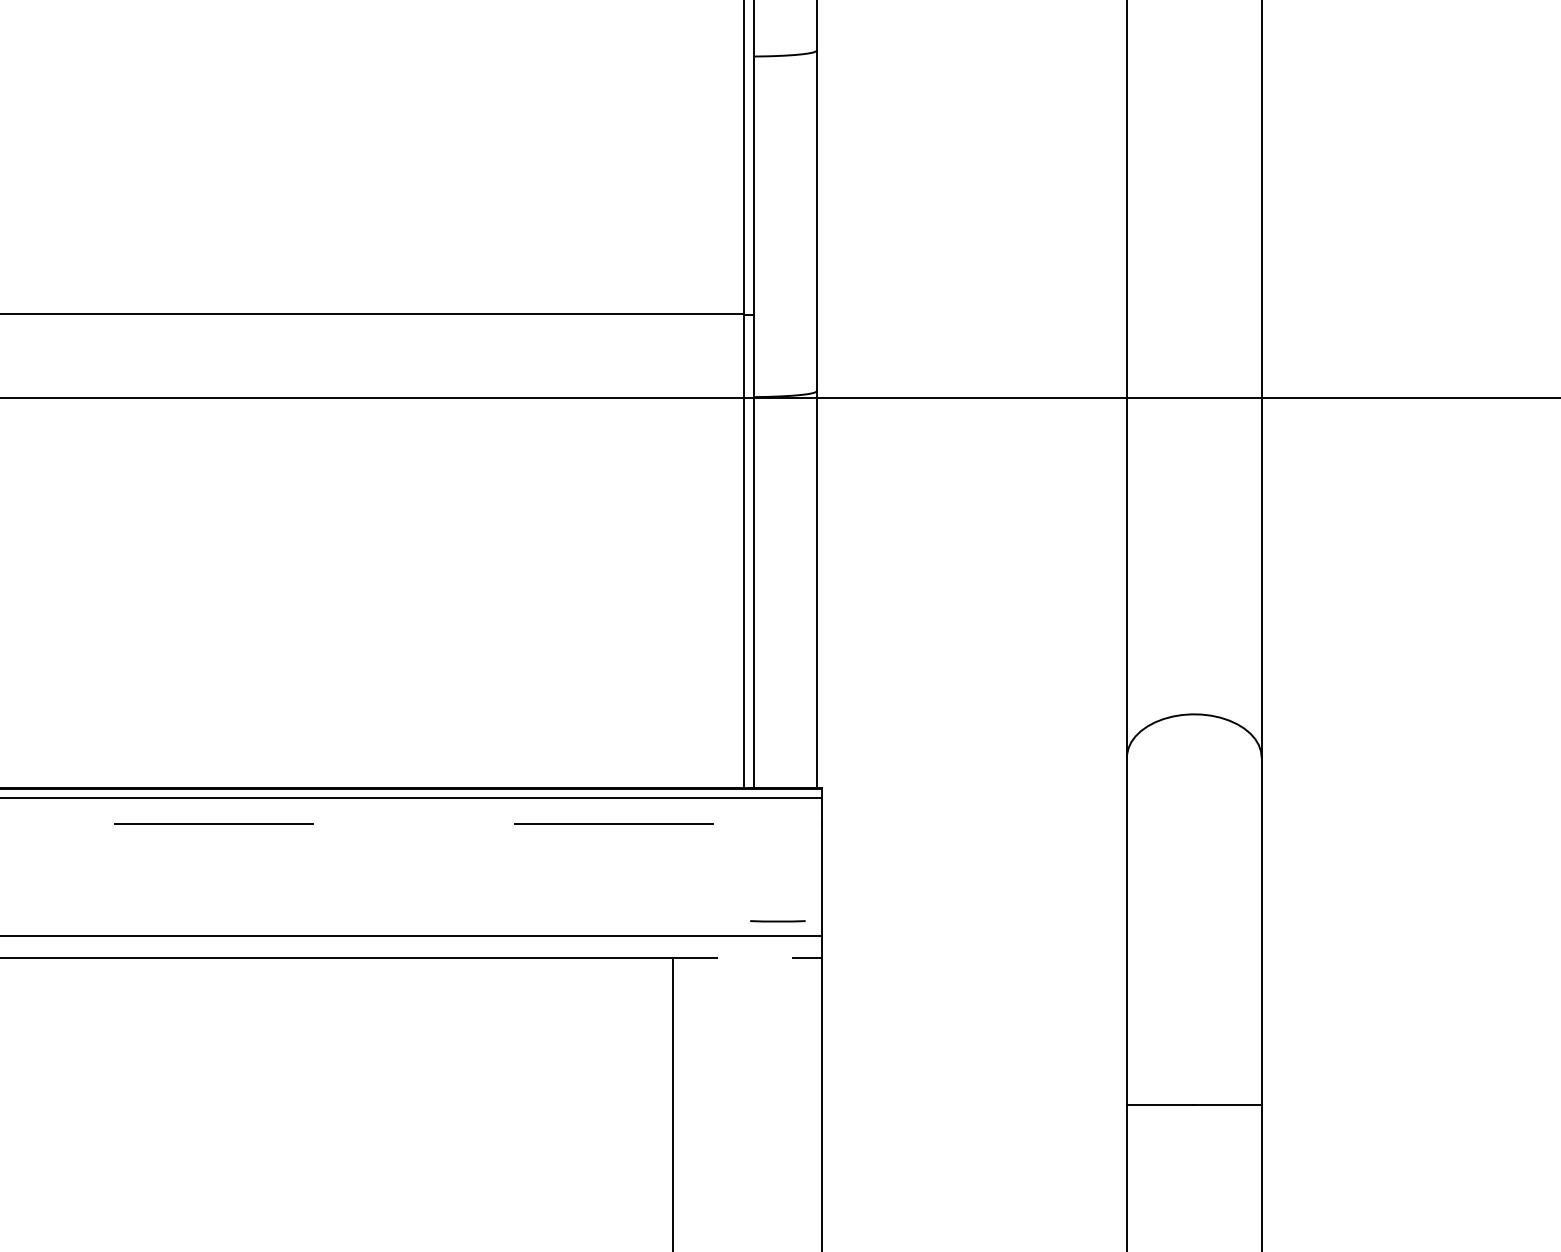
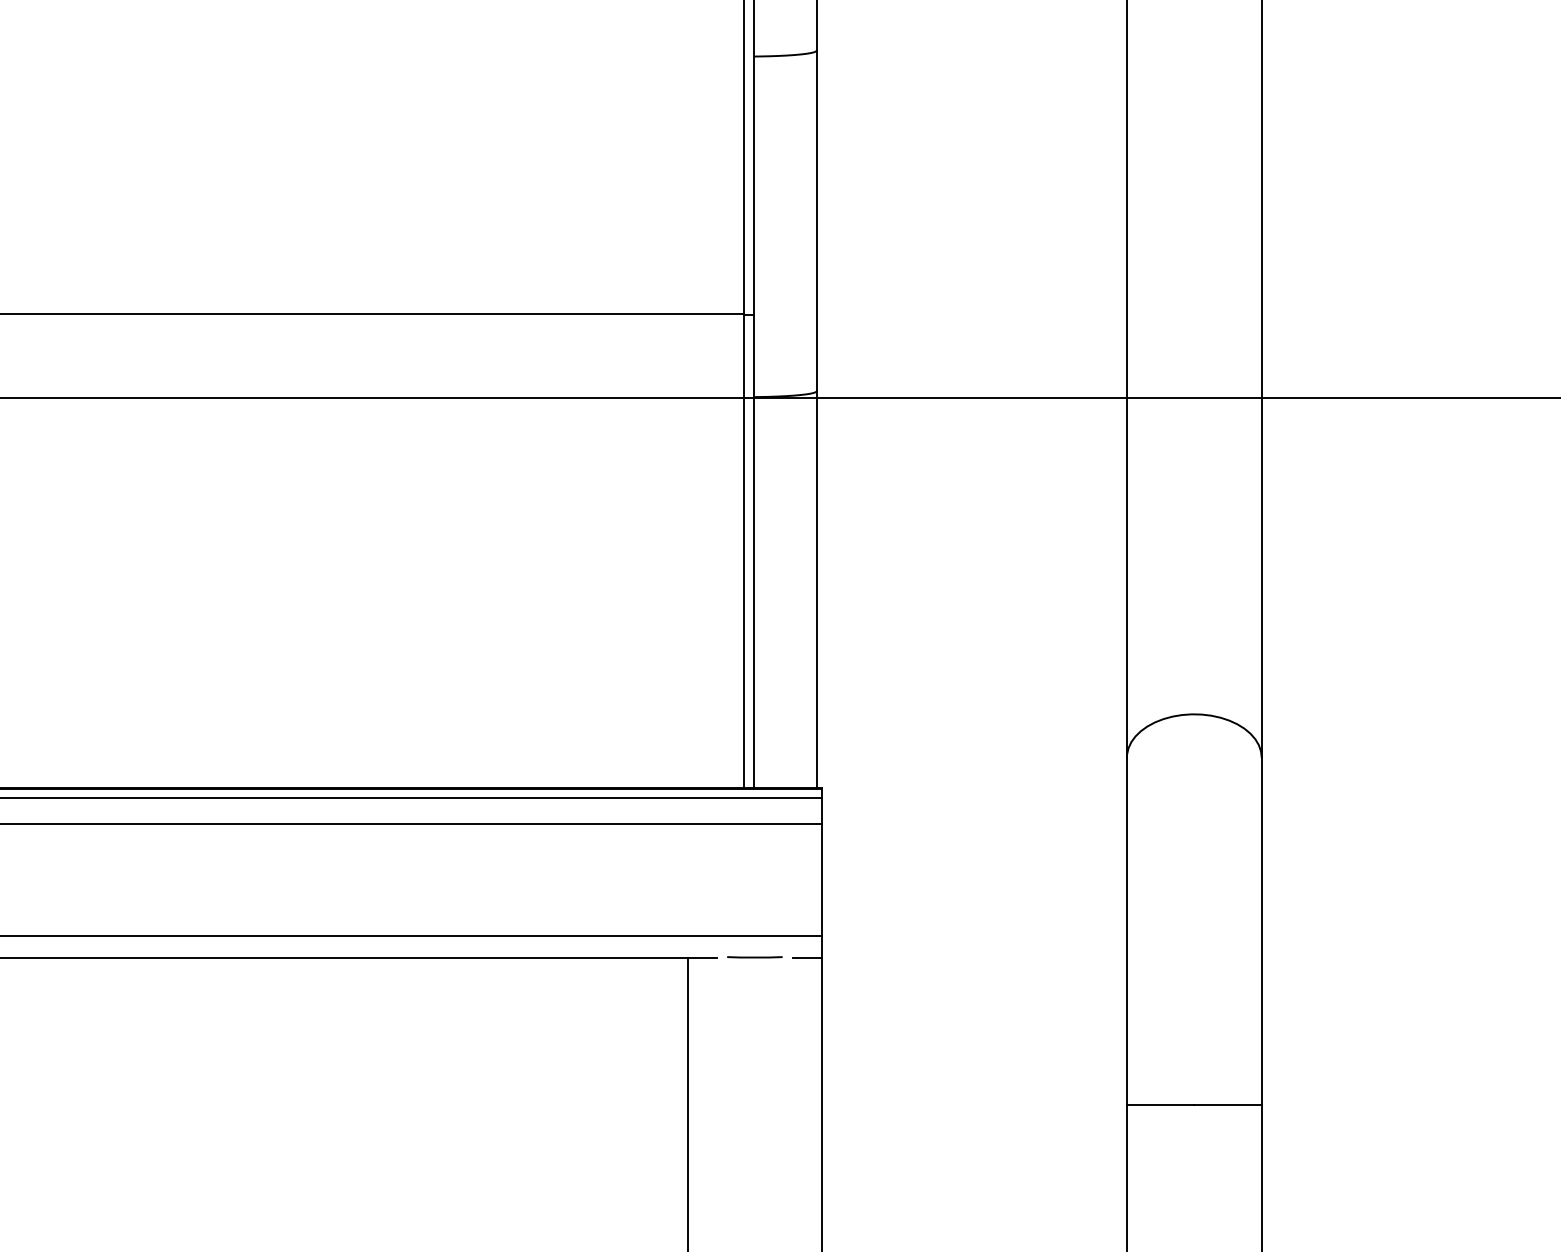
line at (411, 824): dashed -> solid
line at (777, 921) position: (777, 921) -> (754, 957)
line at (672, 1102) position: (672, 1102) -> (687, 1102)
